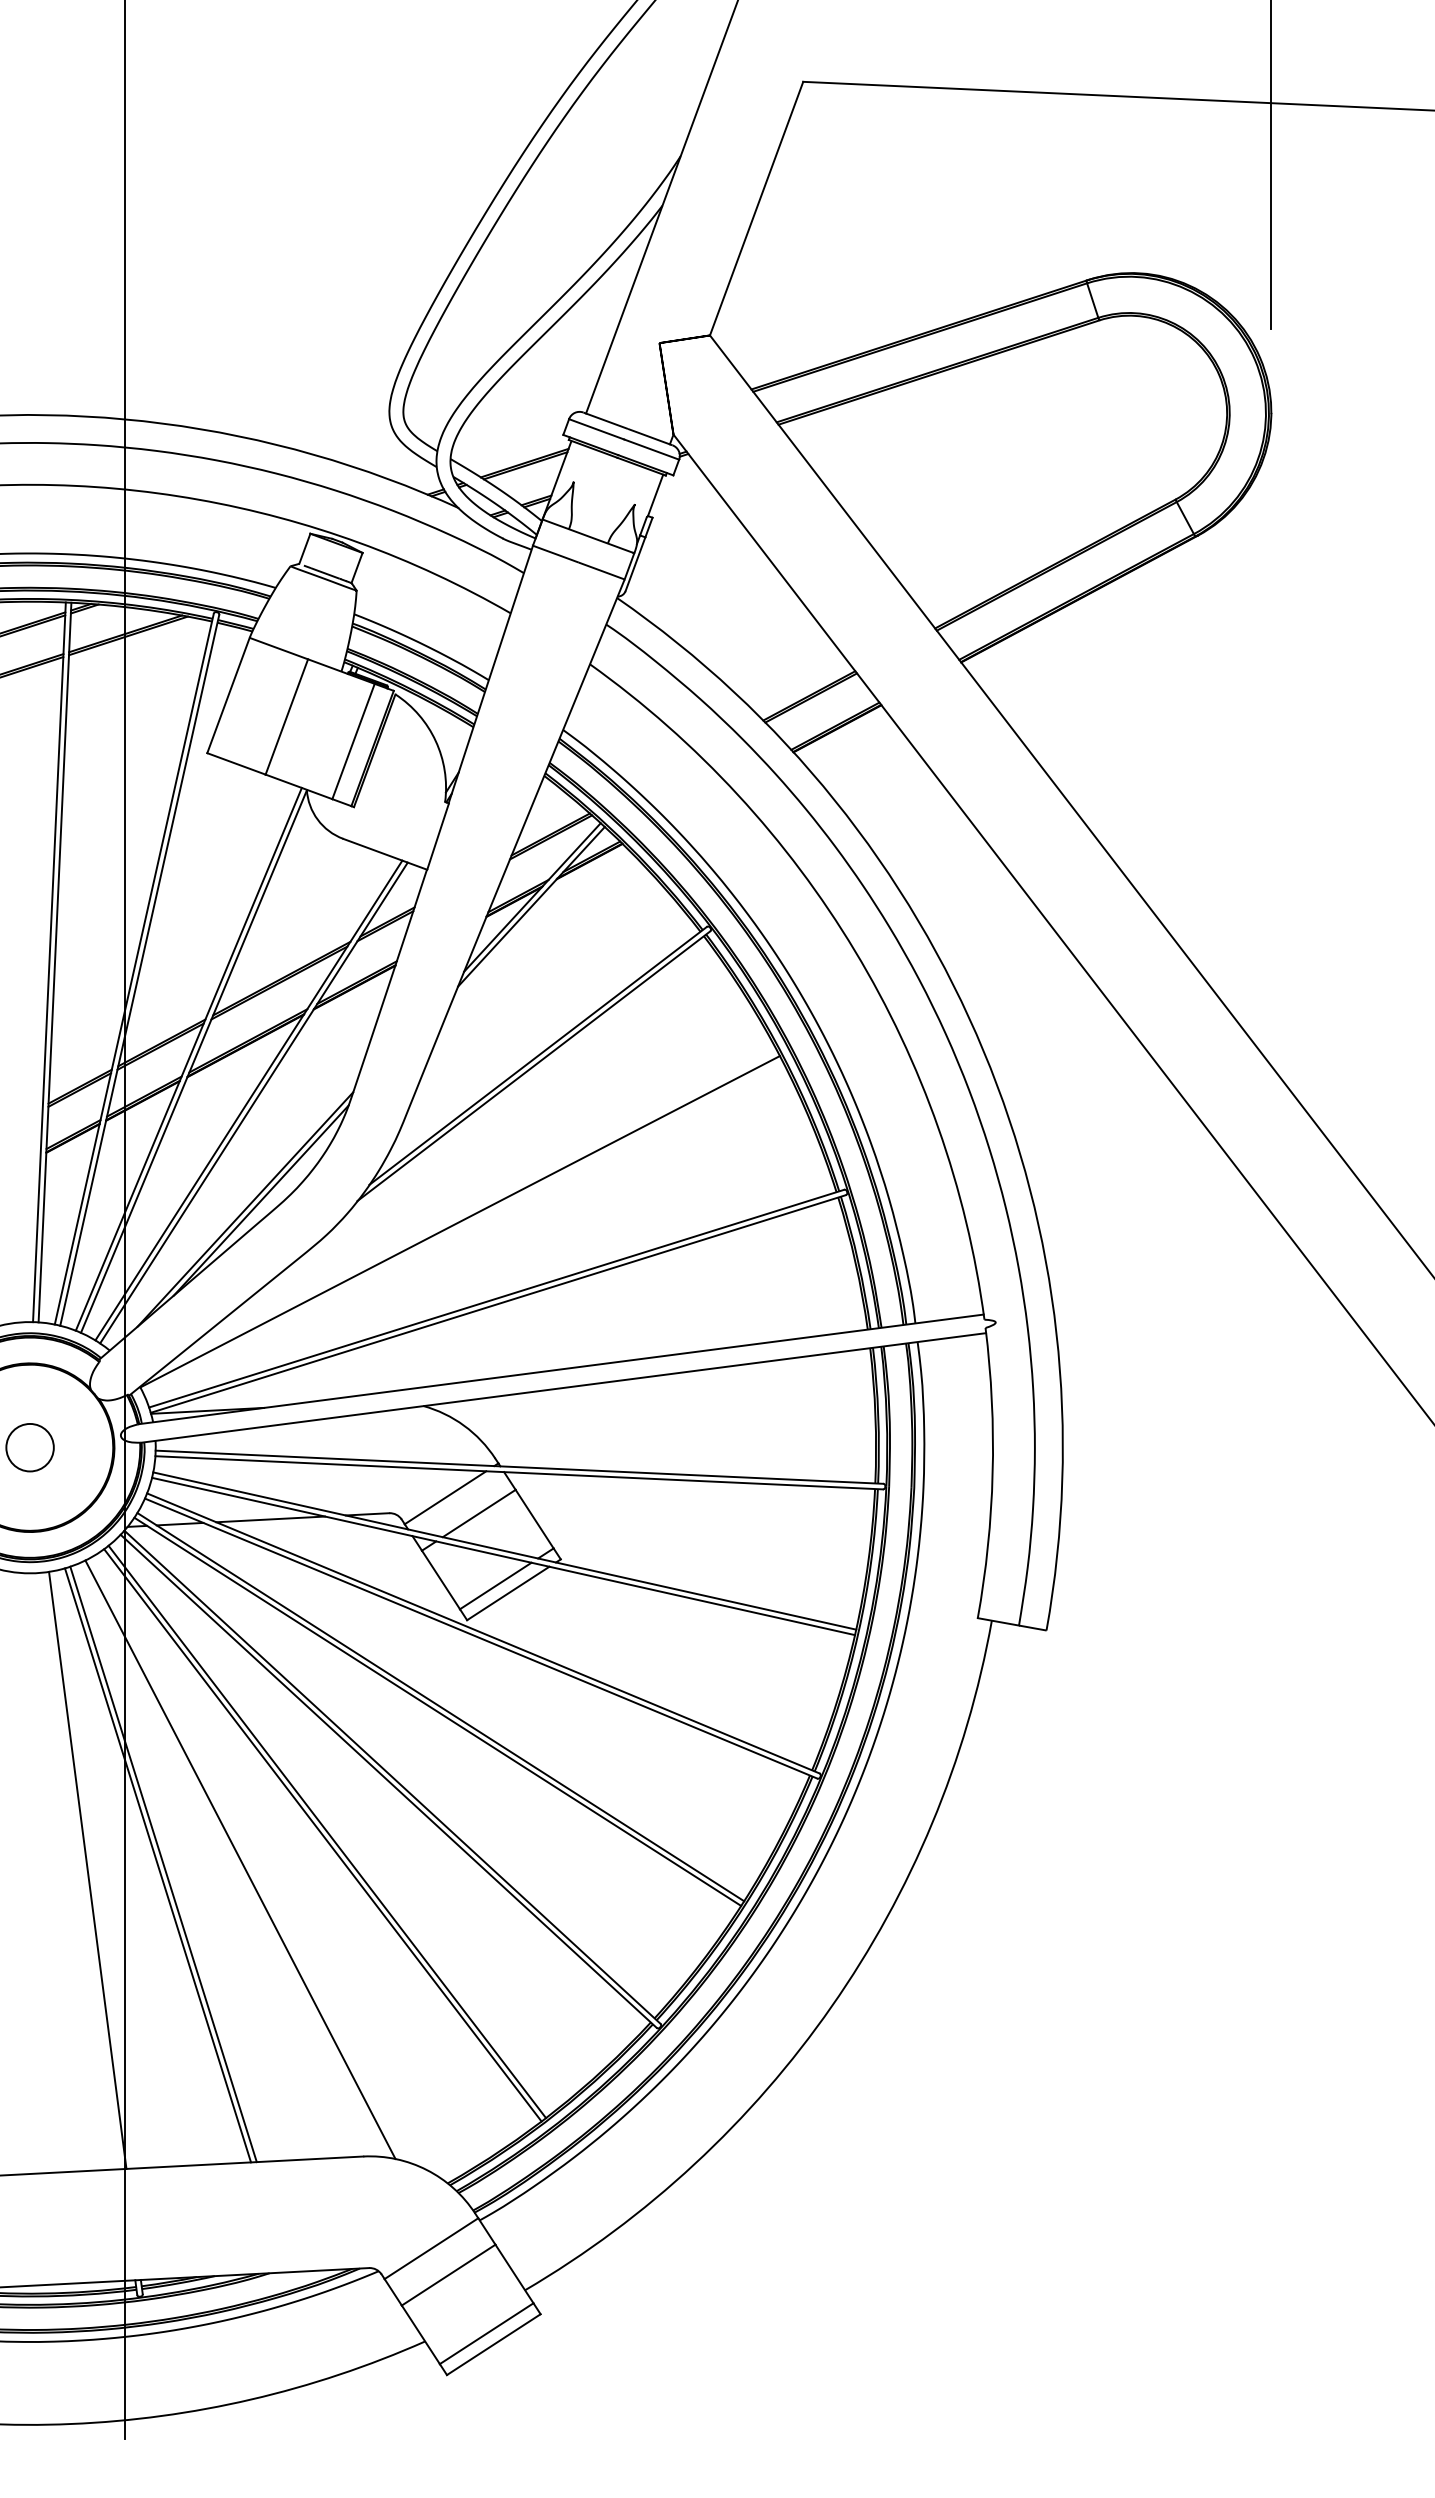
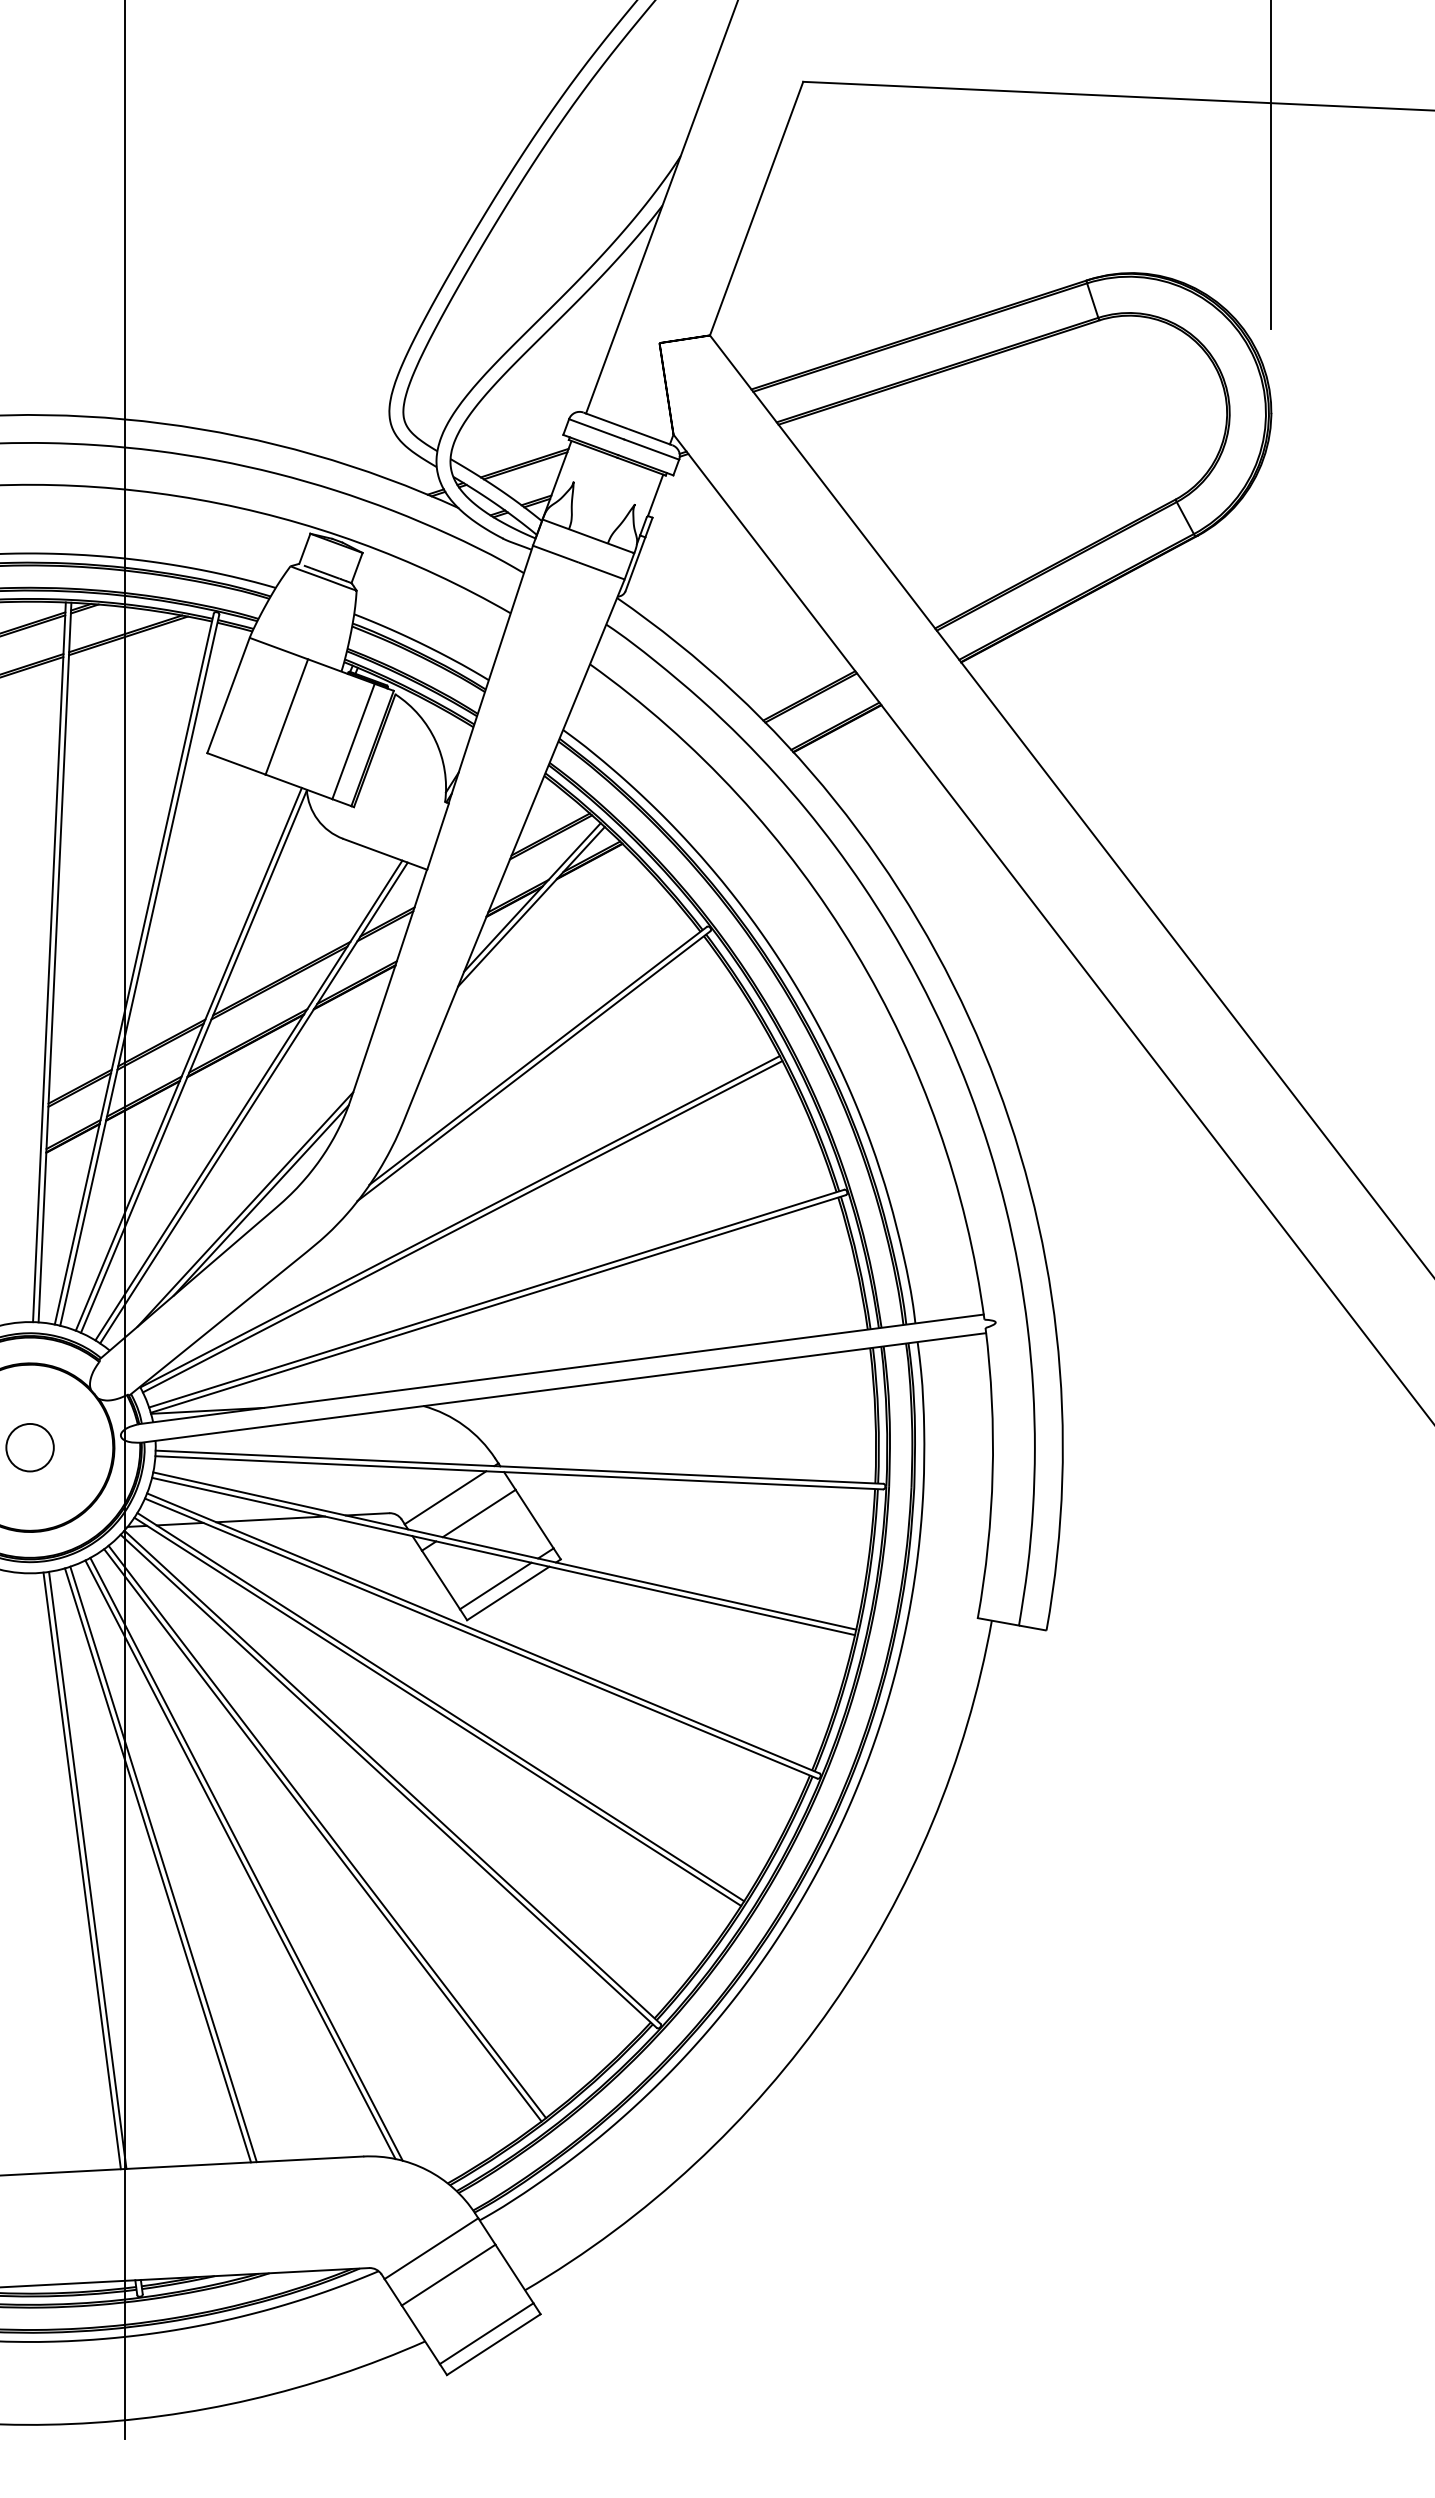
line at (462, 1226): none -> present
line at (246, 1858): none -> present
line at (81, 1870): none -> present
